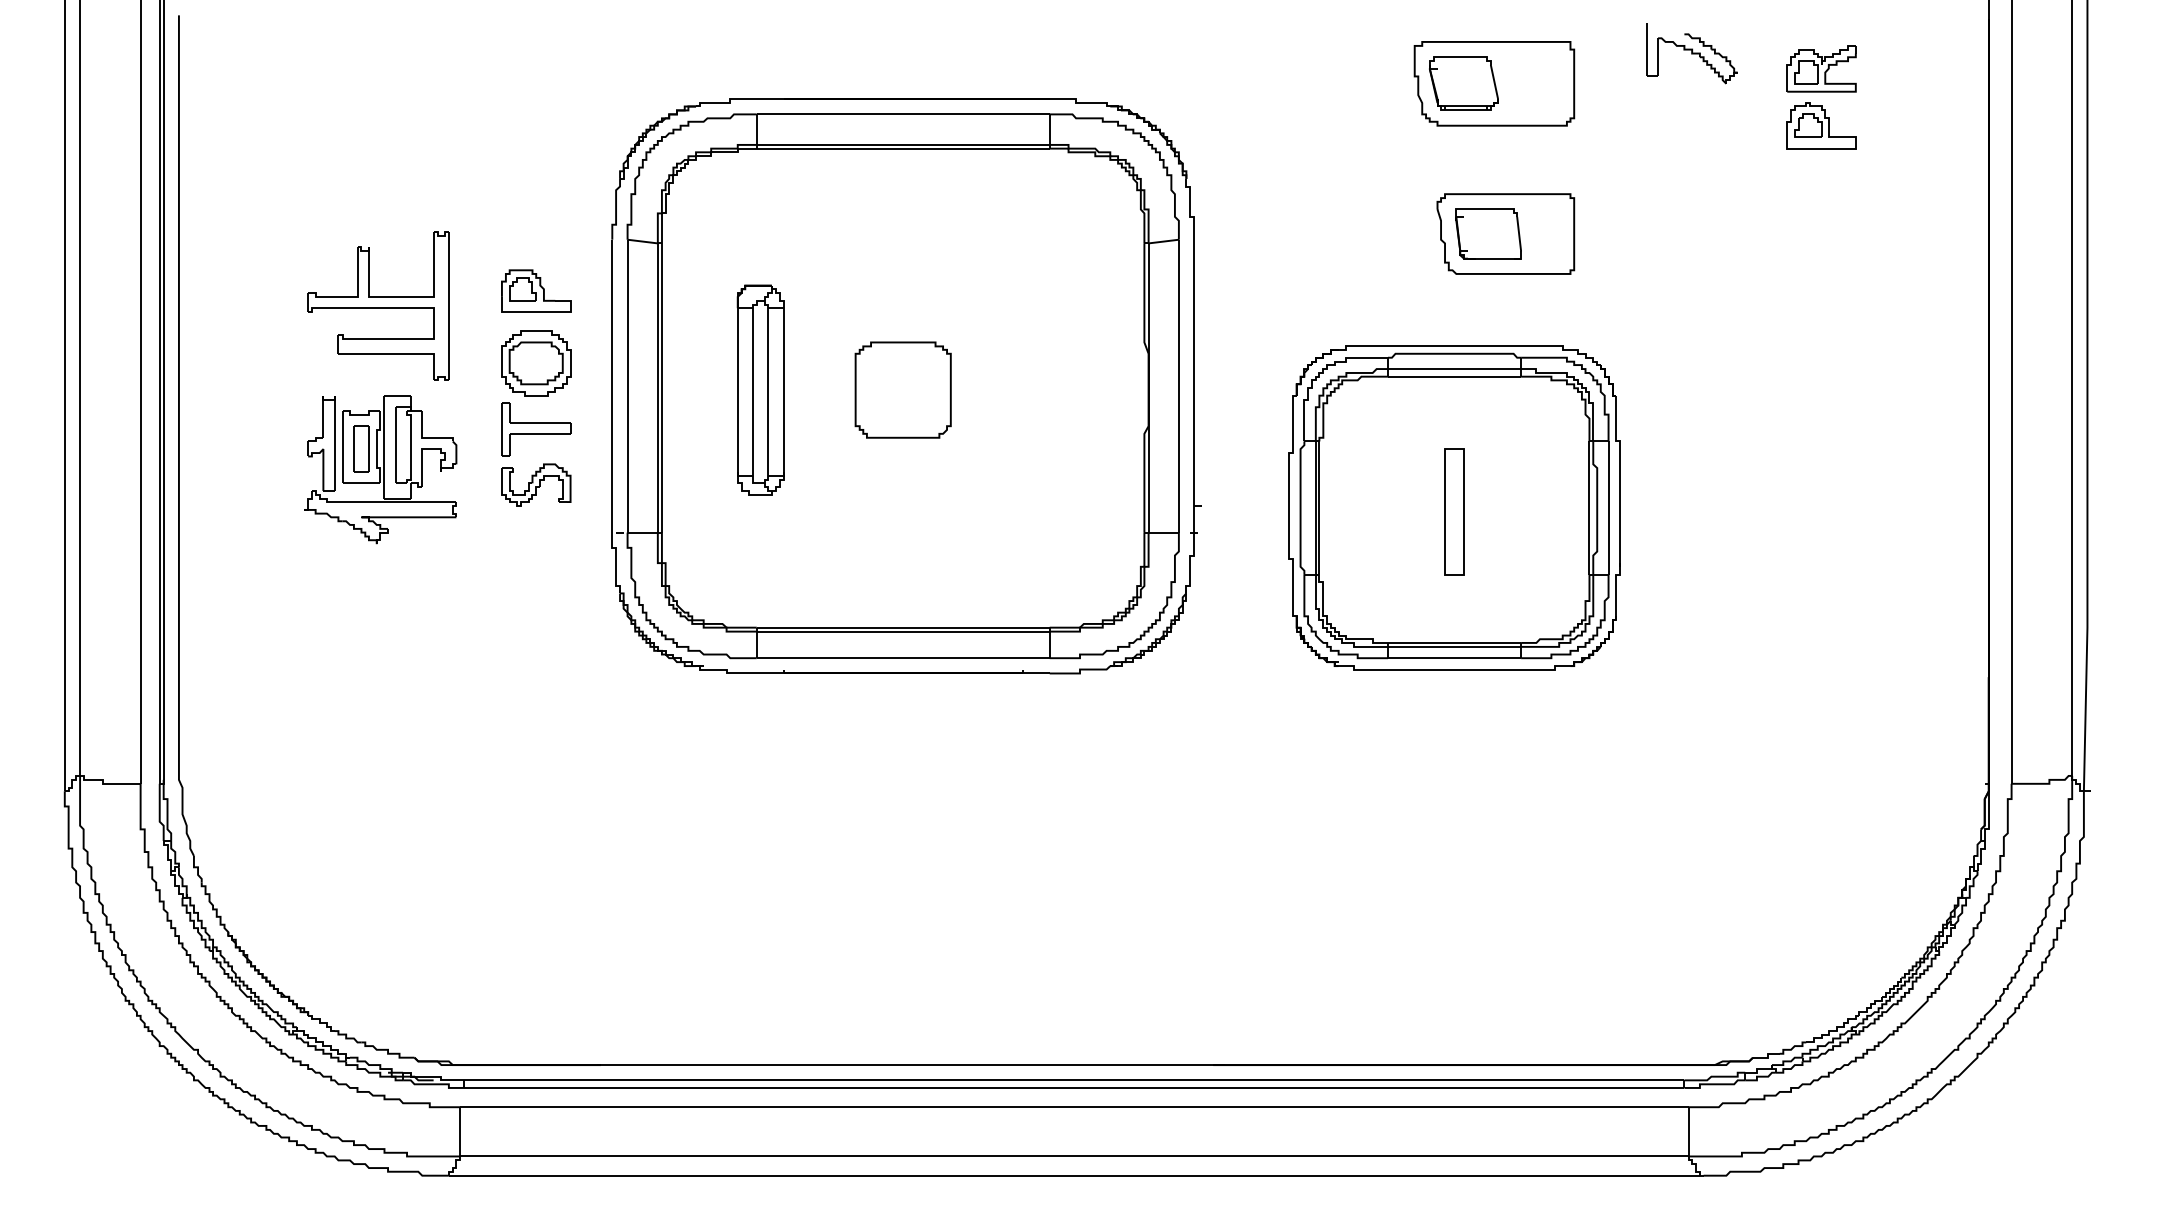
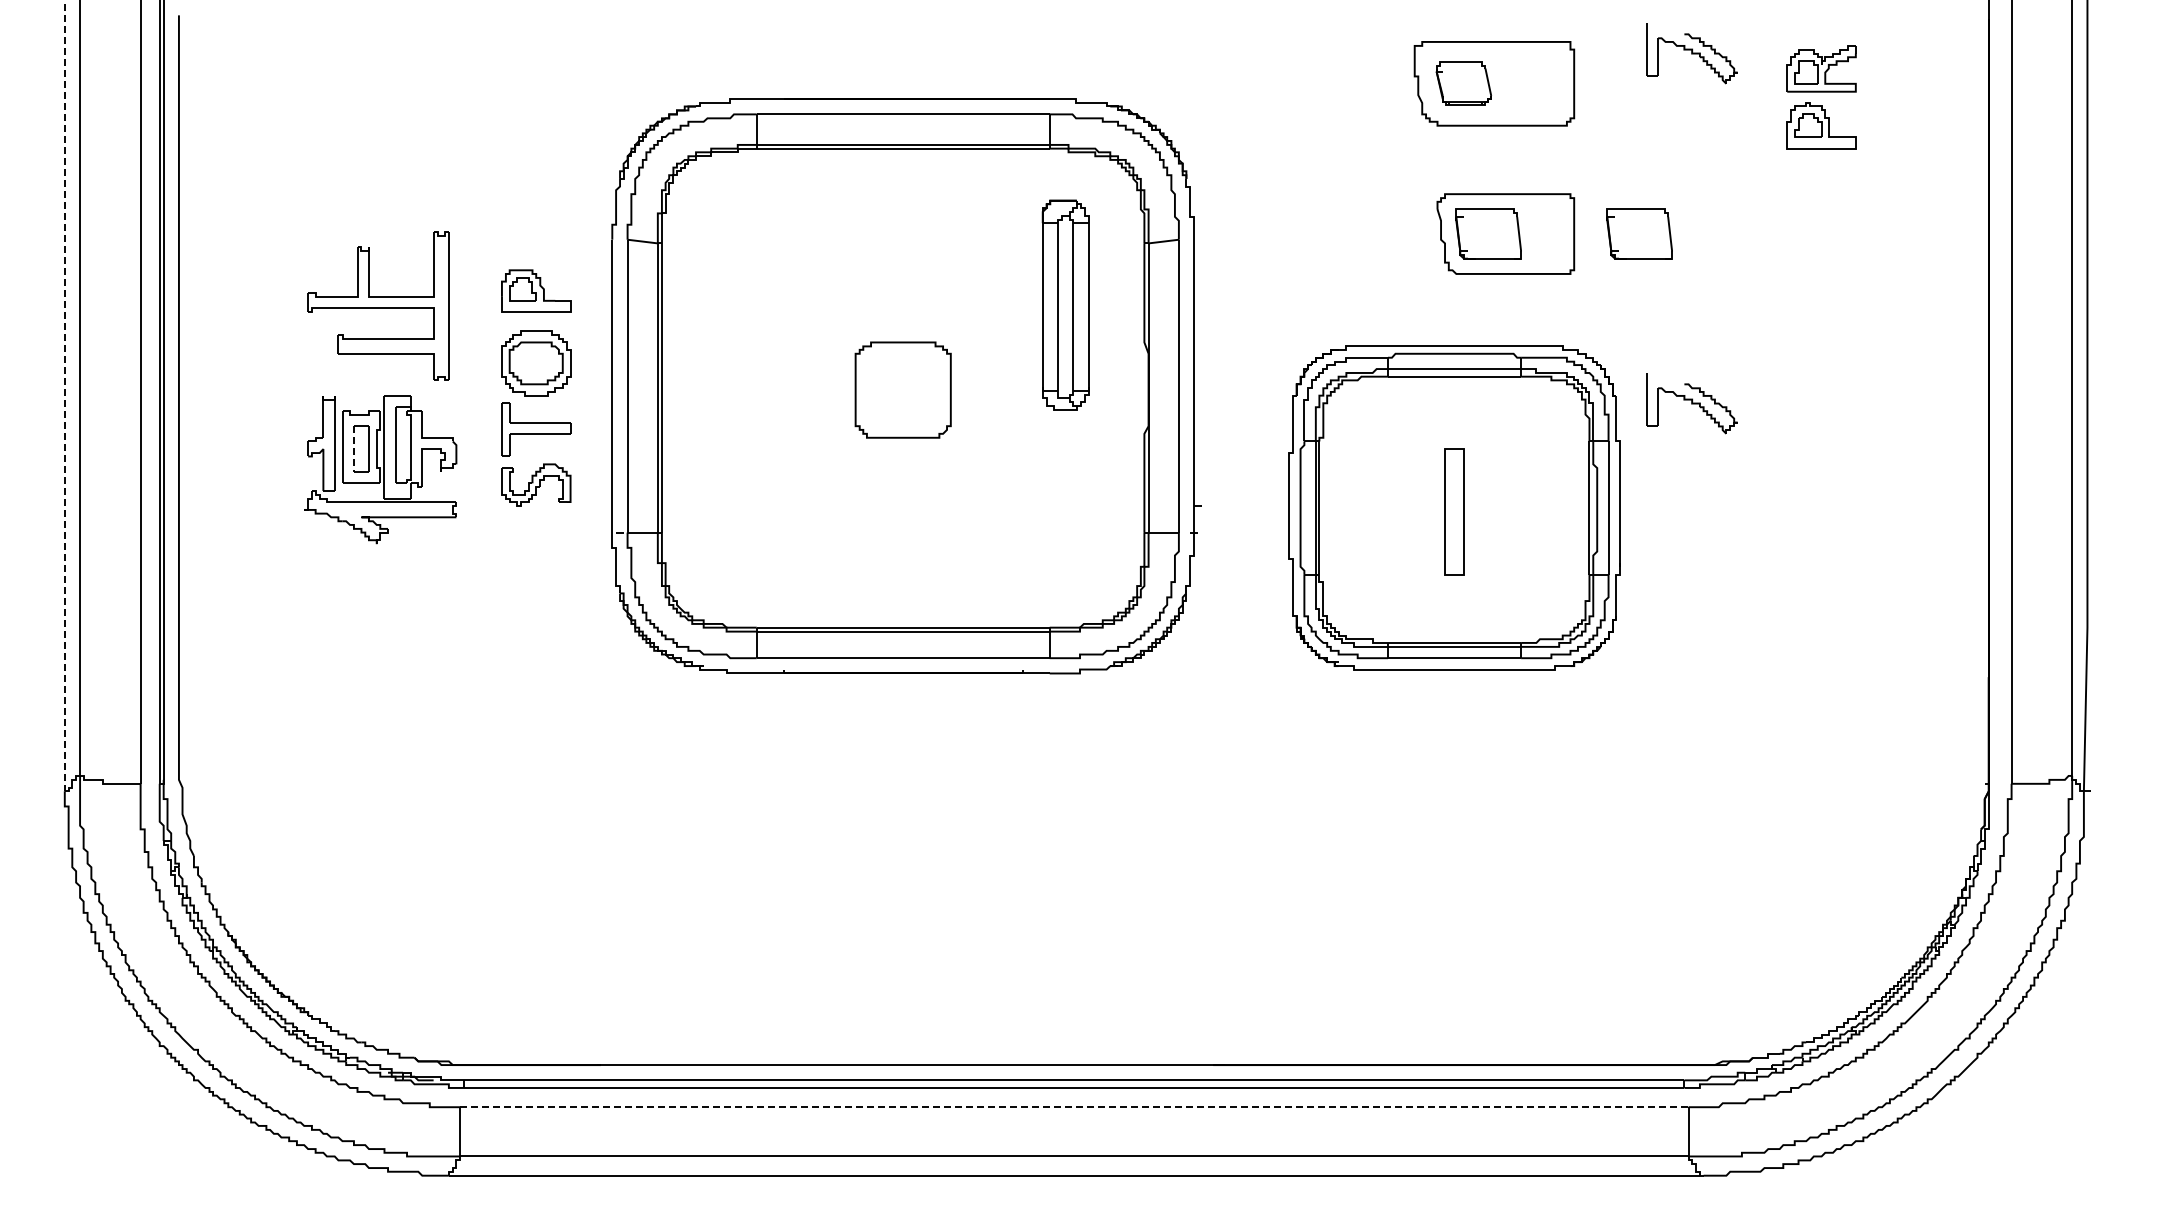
part at (1463, 83) size: 70x55 px -> 57x45 px
part at (1639, 233): none -> present
part at (760, 389) position: (760, 389) -> (1065, 304)
line at (64, 396): solid -> dashed
part at (1691, 403): none -> present
line at (353, 448): solid -> dashed
line at (1074, 1107): solid -> dashed
